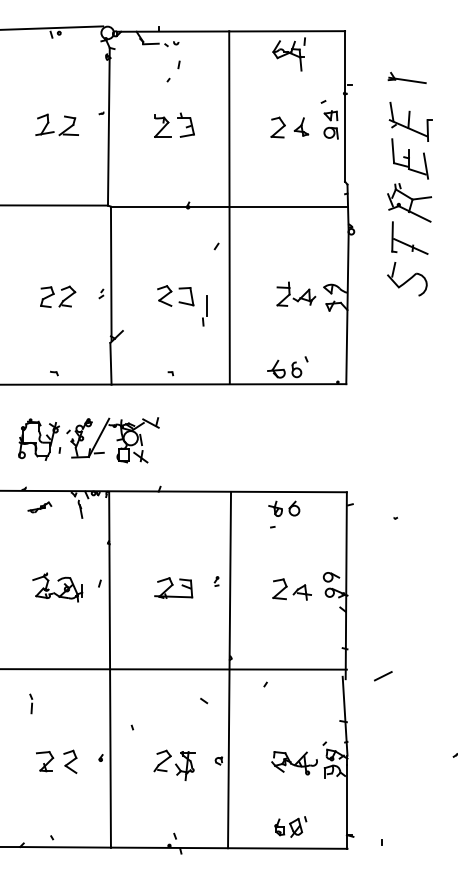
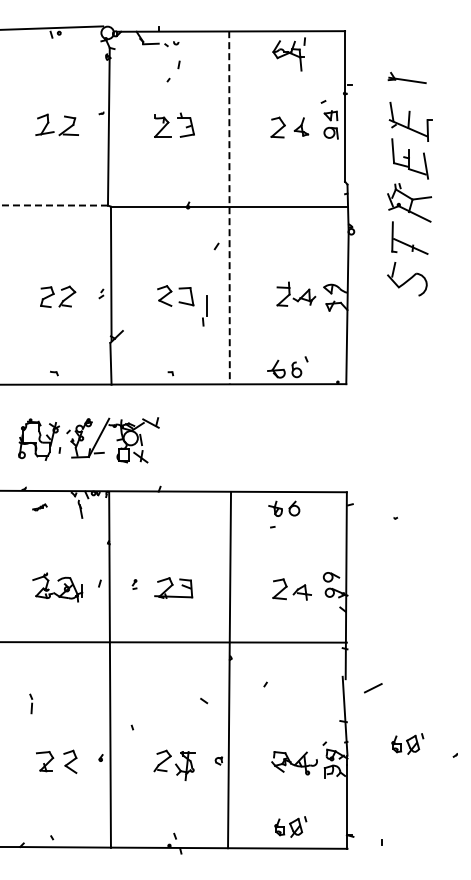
line at (54, 205): solid -> dashed
line at (229, 207): solid -> dashed
part at (39, 507) size: 26x13 px -> 16x9 px
part at (216, 581) position: (216, 581) -> (134, 584)
line at (174, 669) position: (174, 669) -> (174, 642)
line at (383, 676) position: (383, 676) -> (373, 688)
part at (407, 743): none -> present
